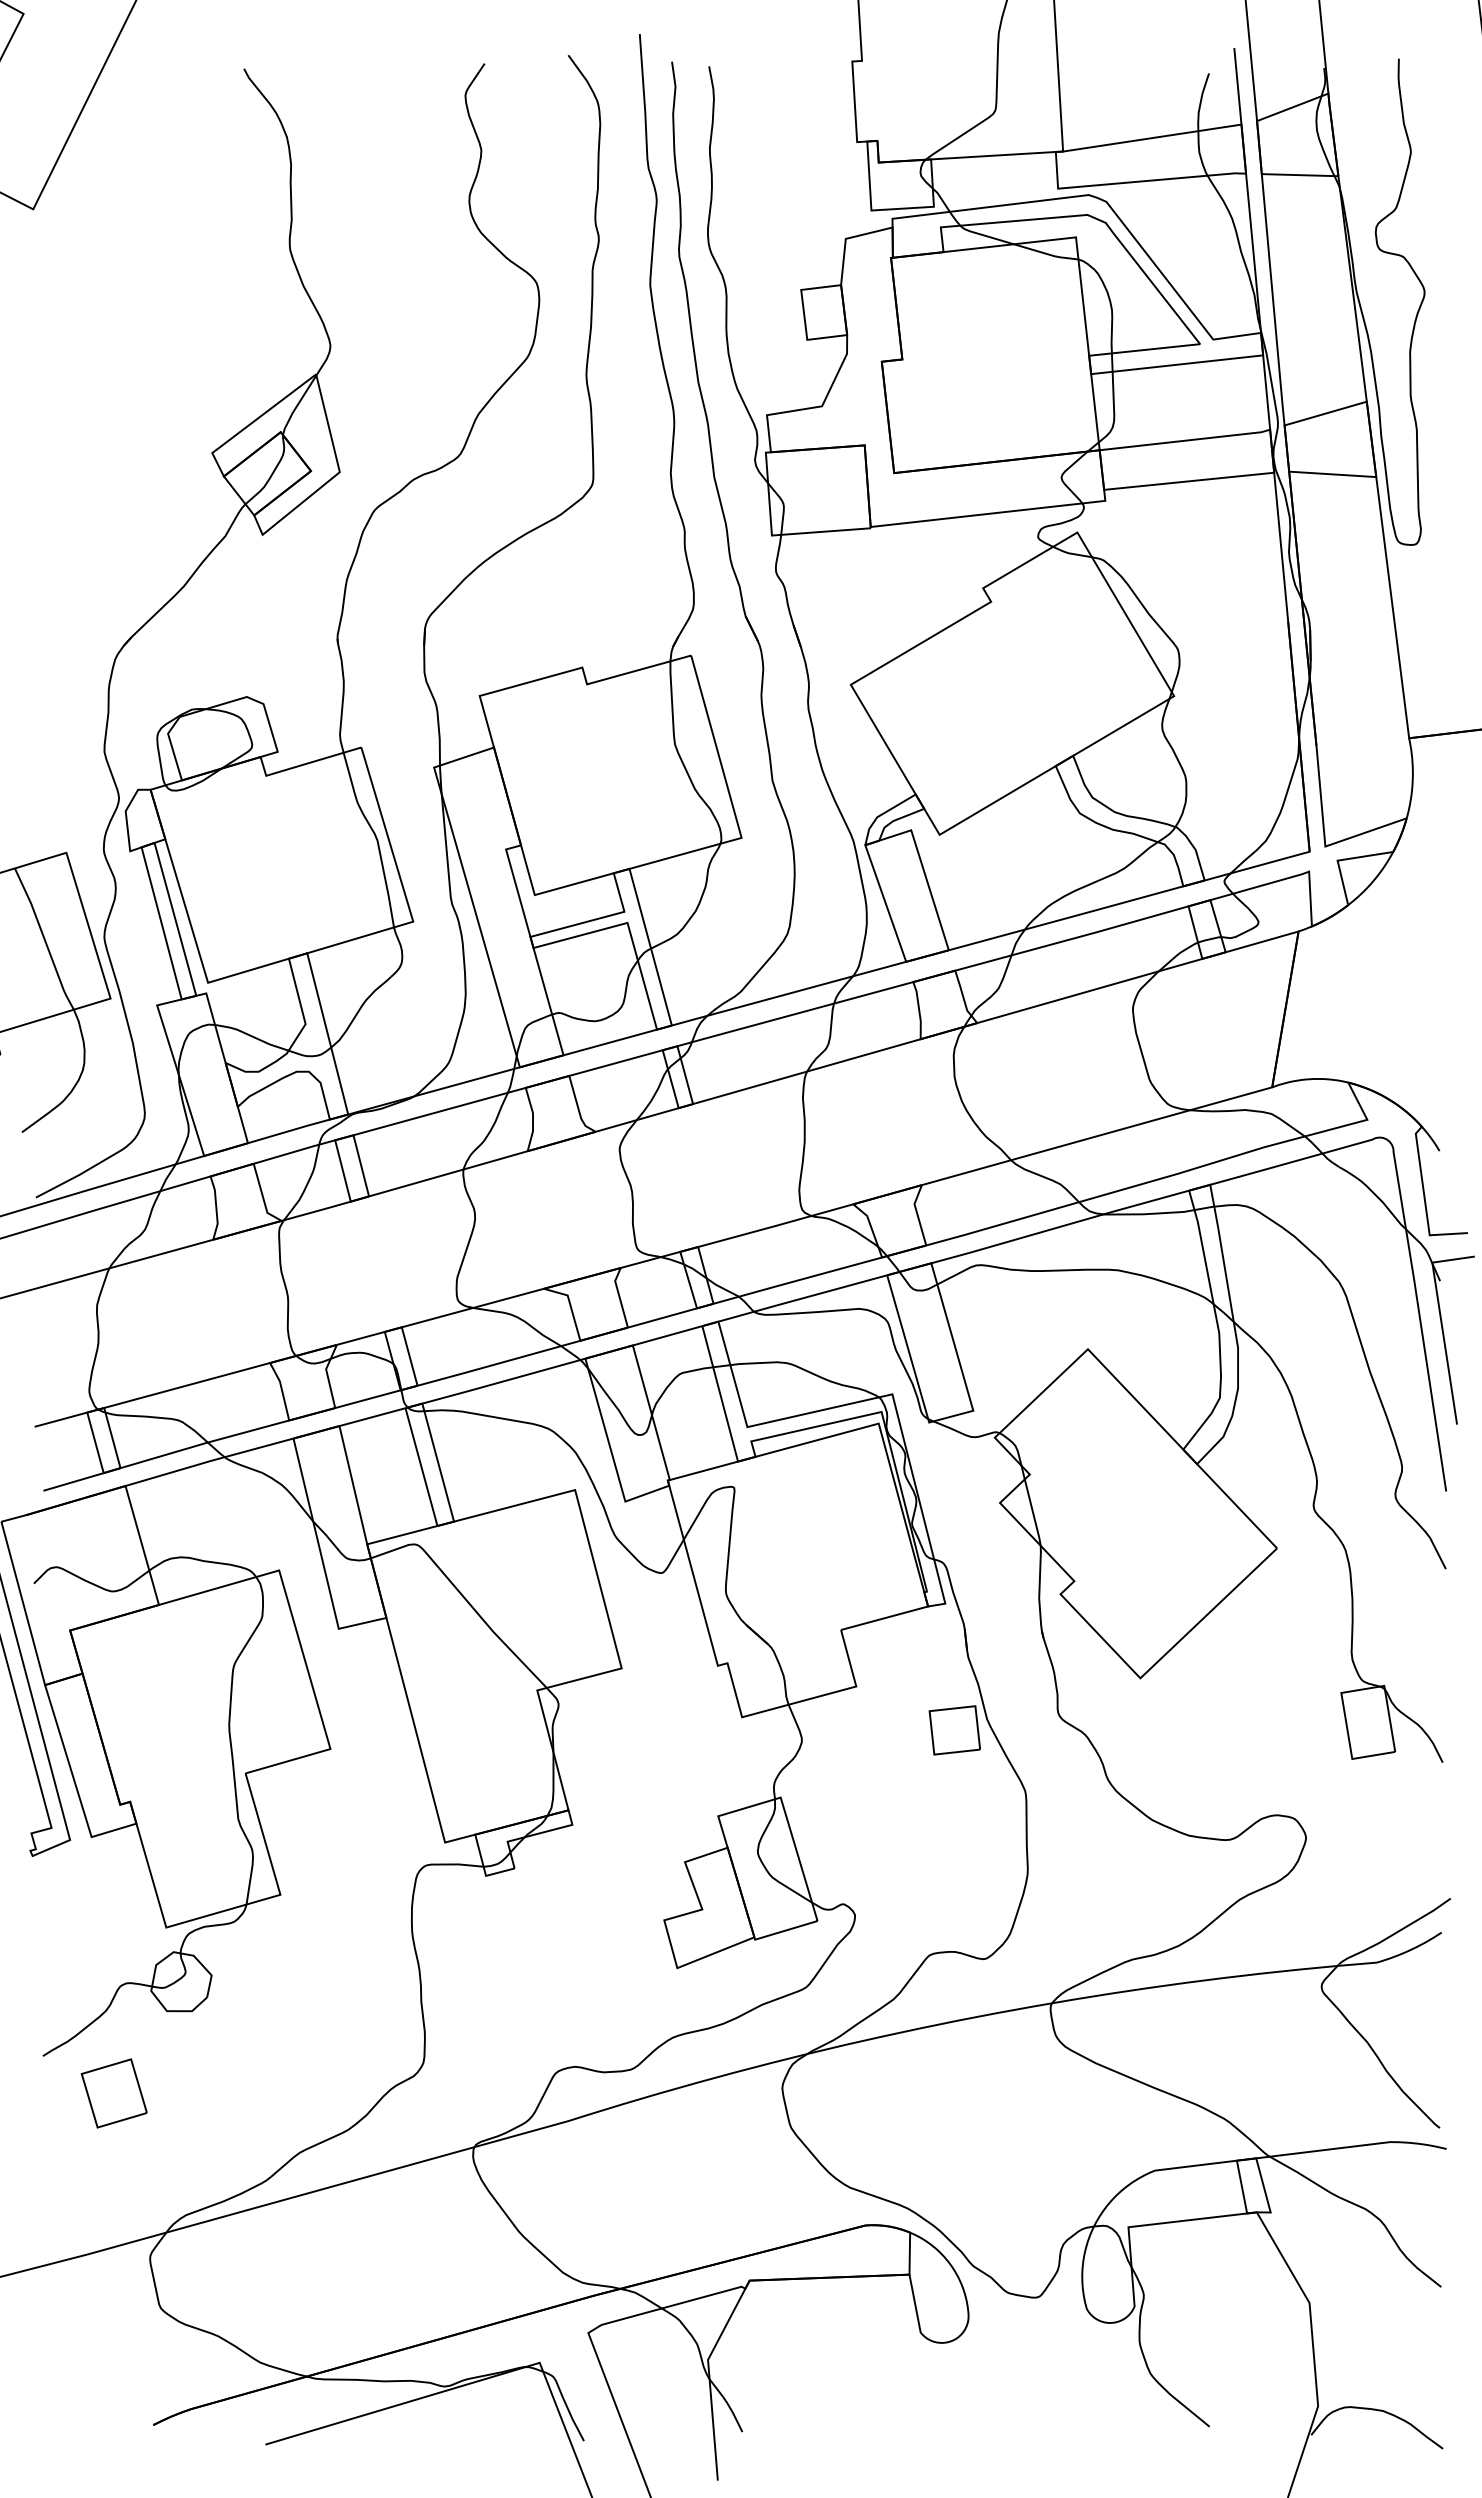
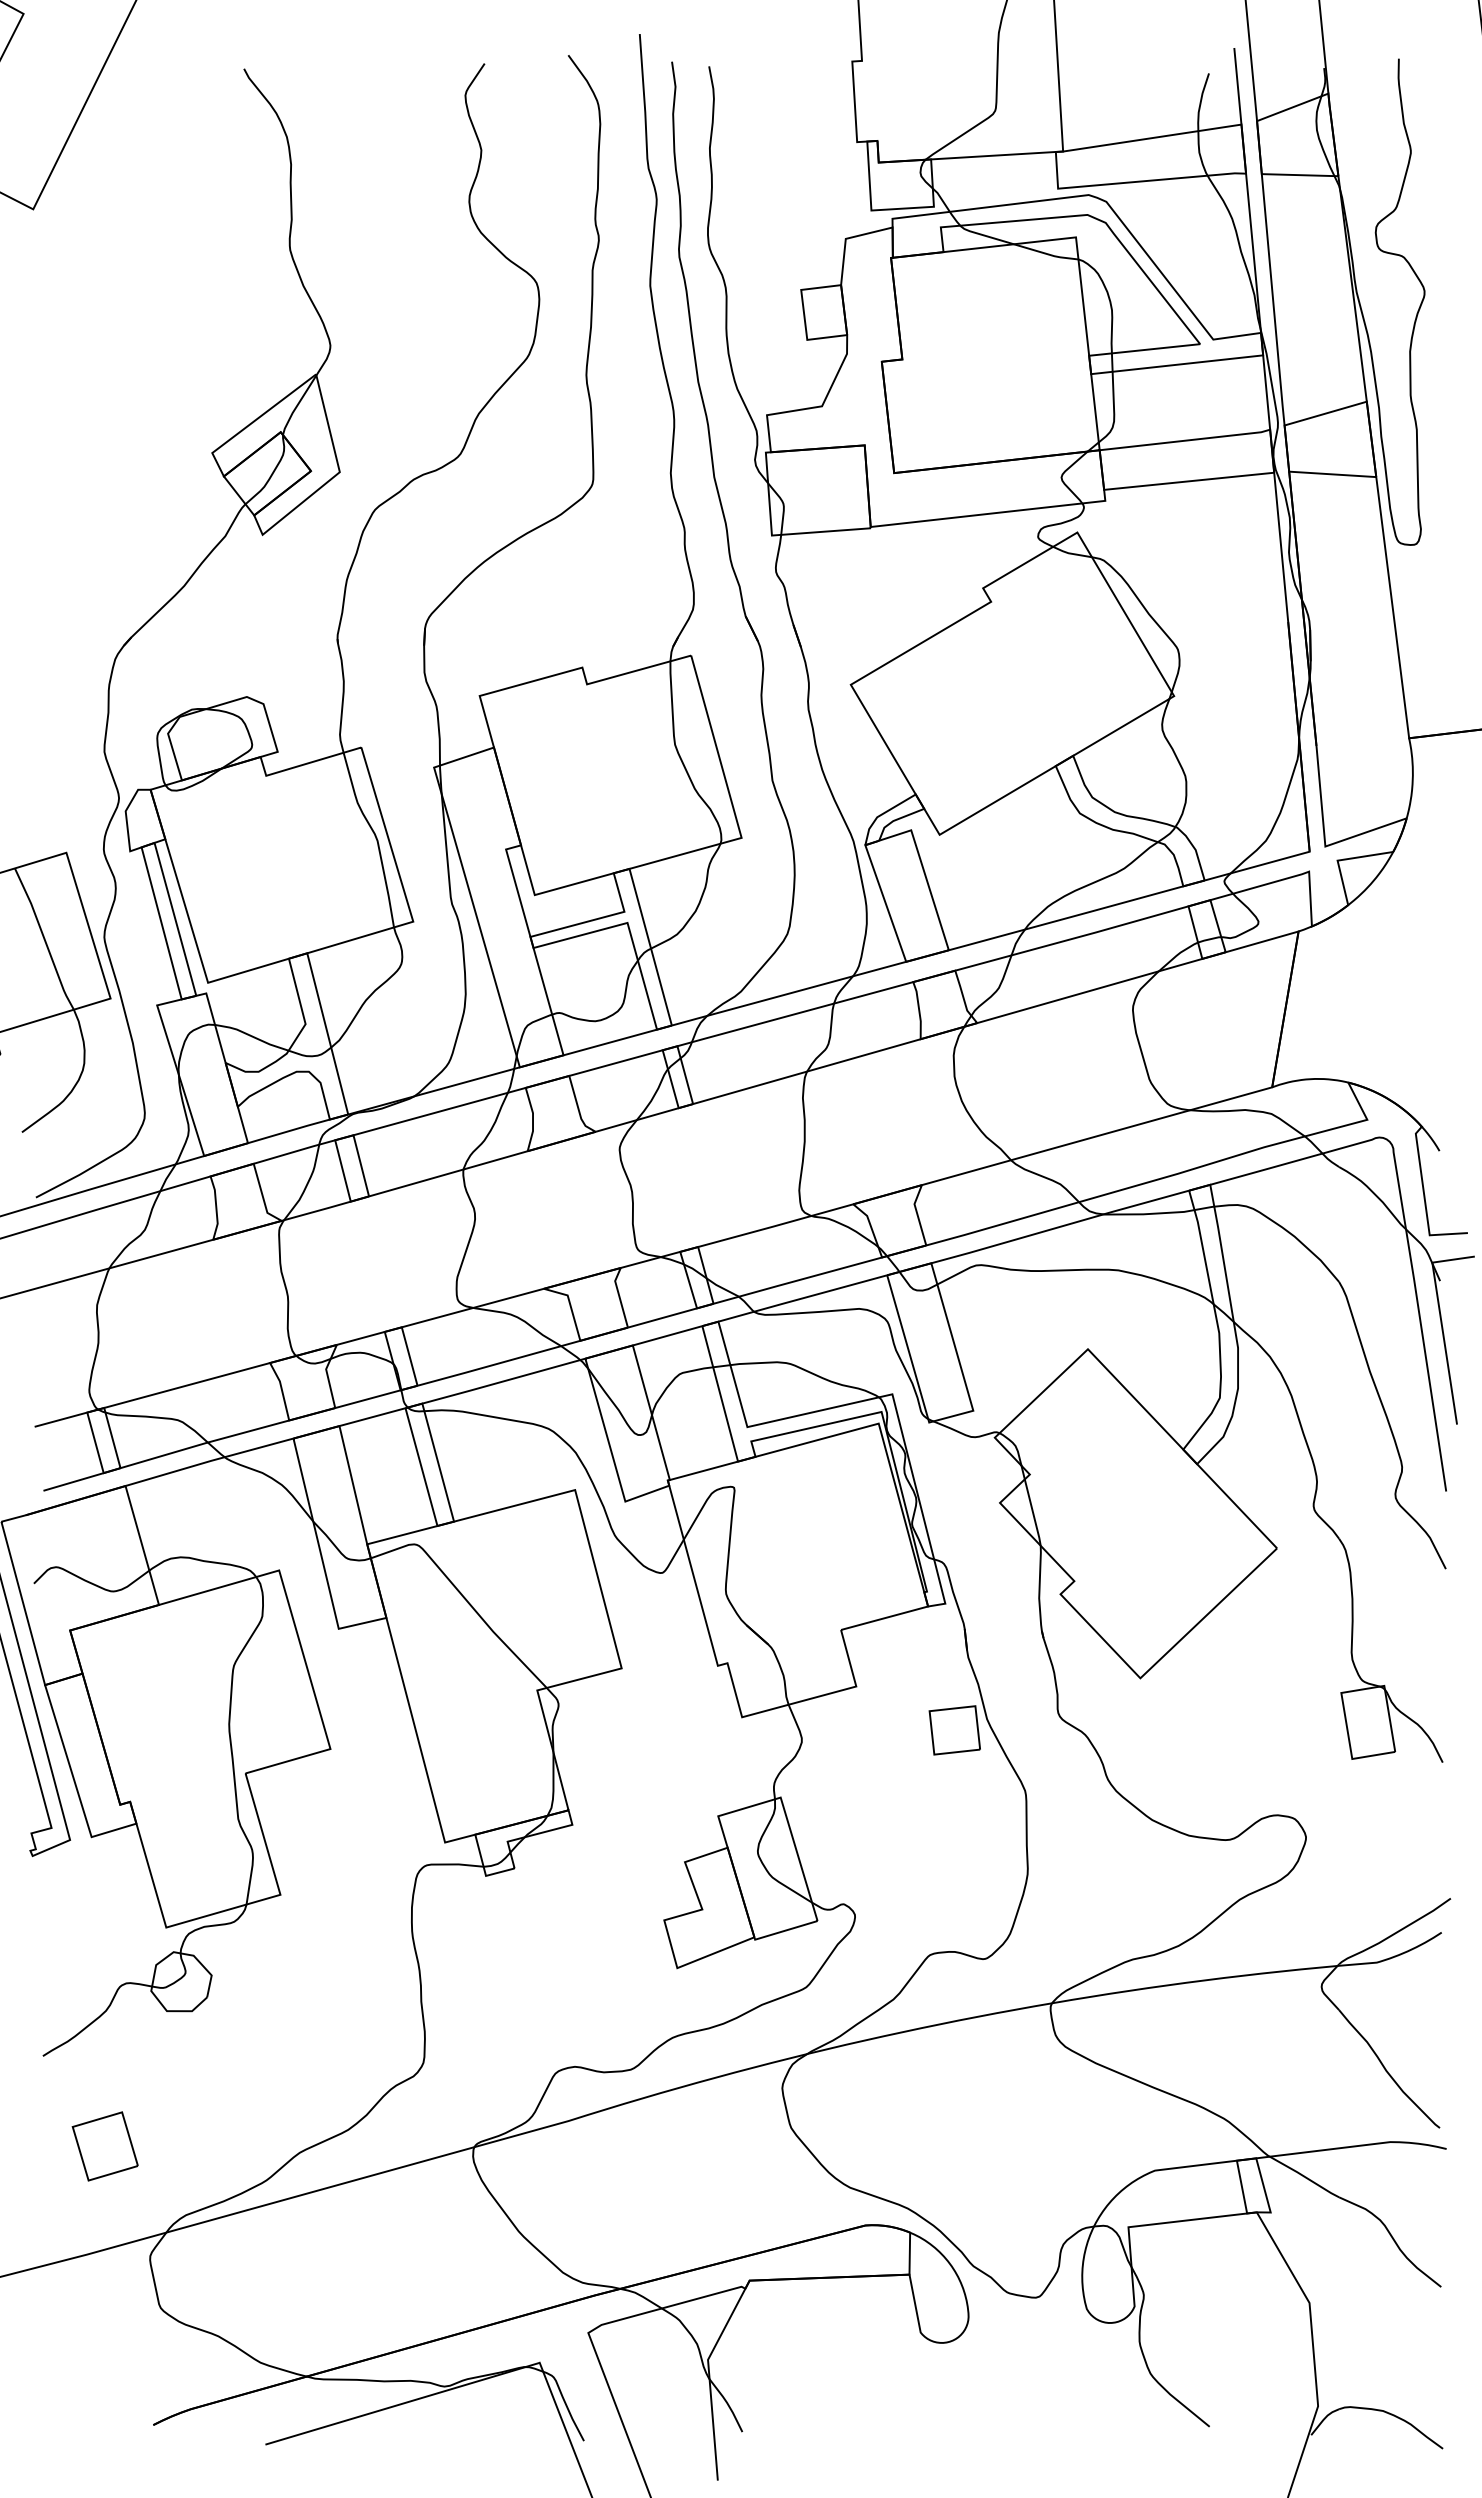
part at (113, 2093) position: (113, 2093) -> (104, 2146)
